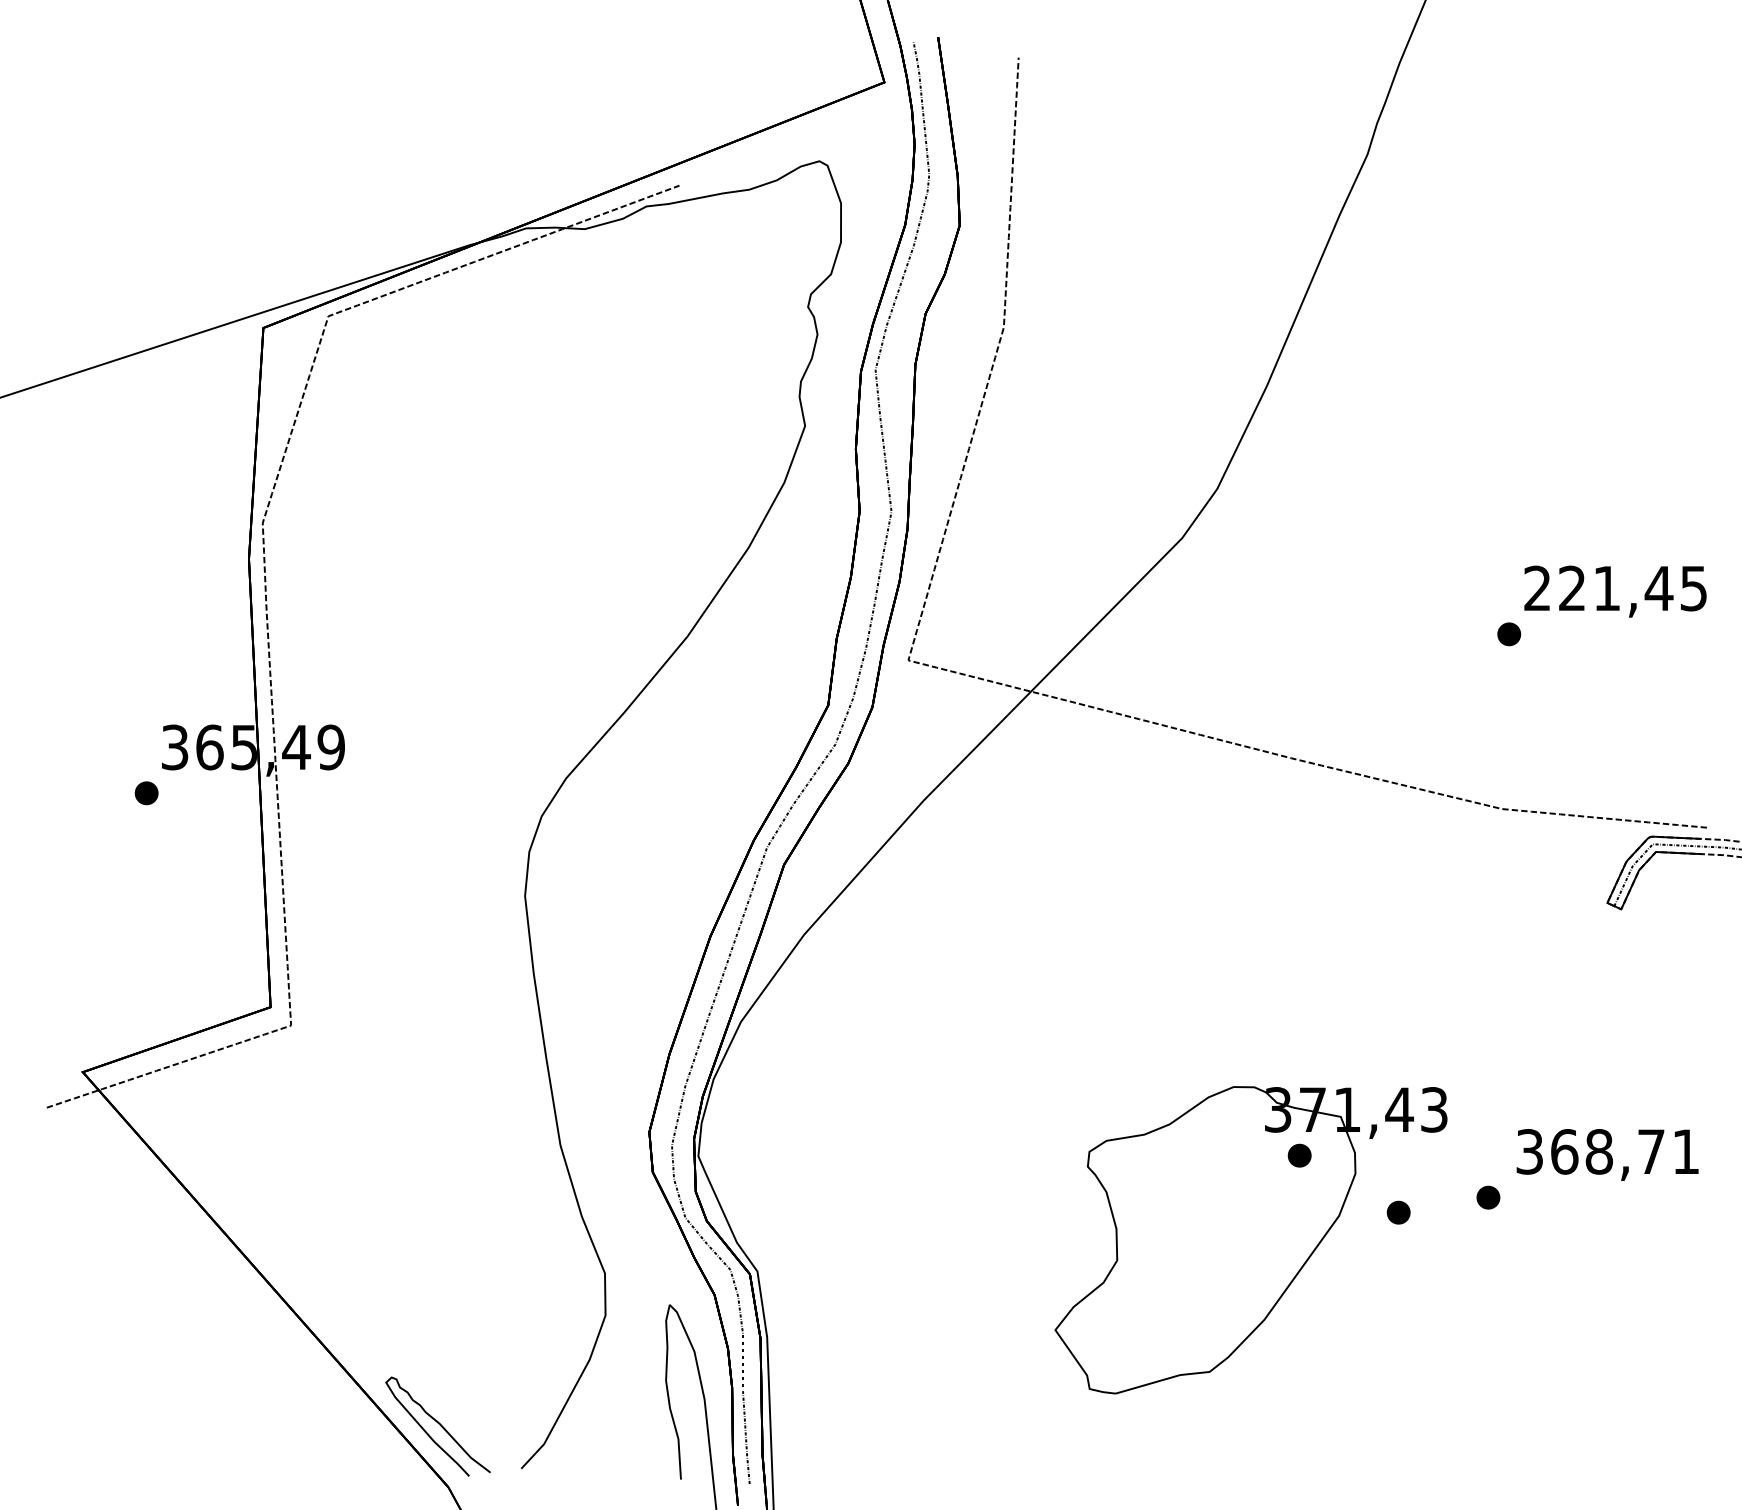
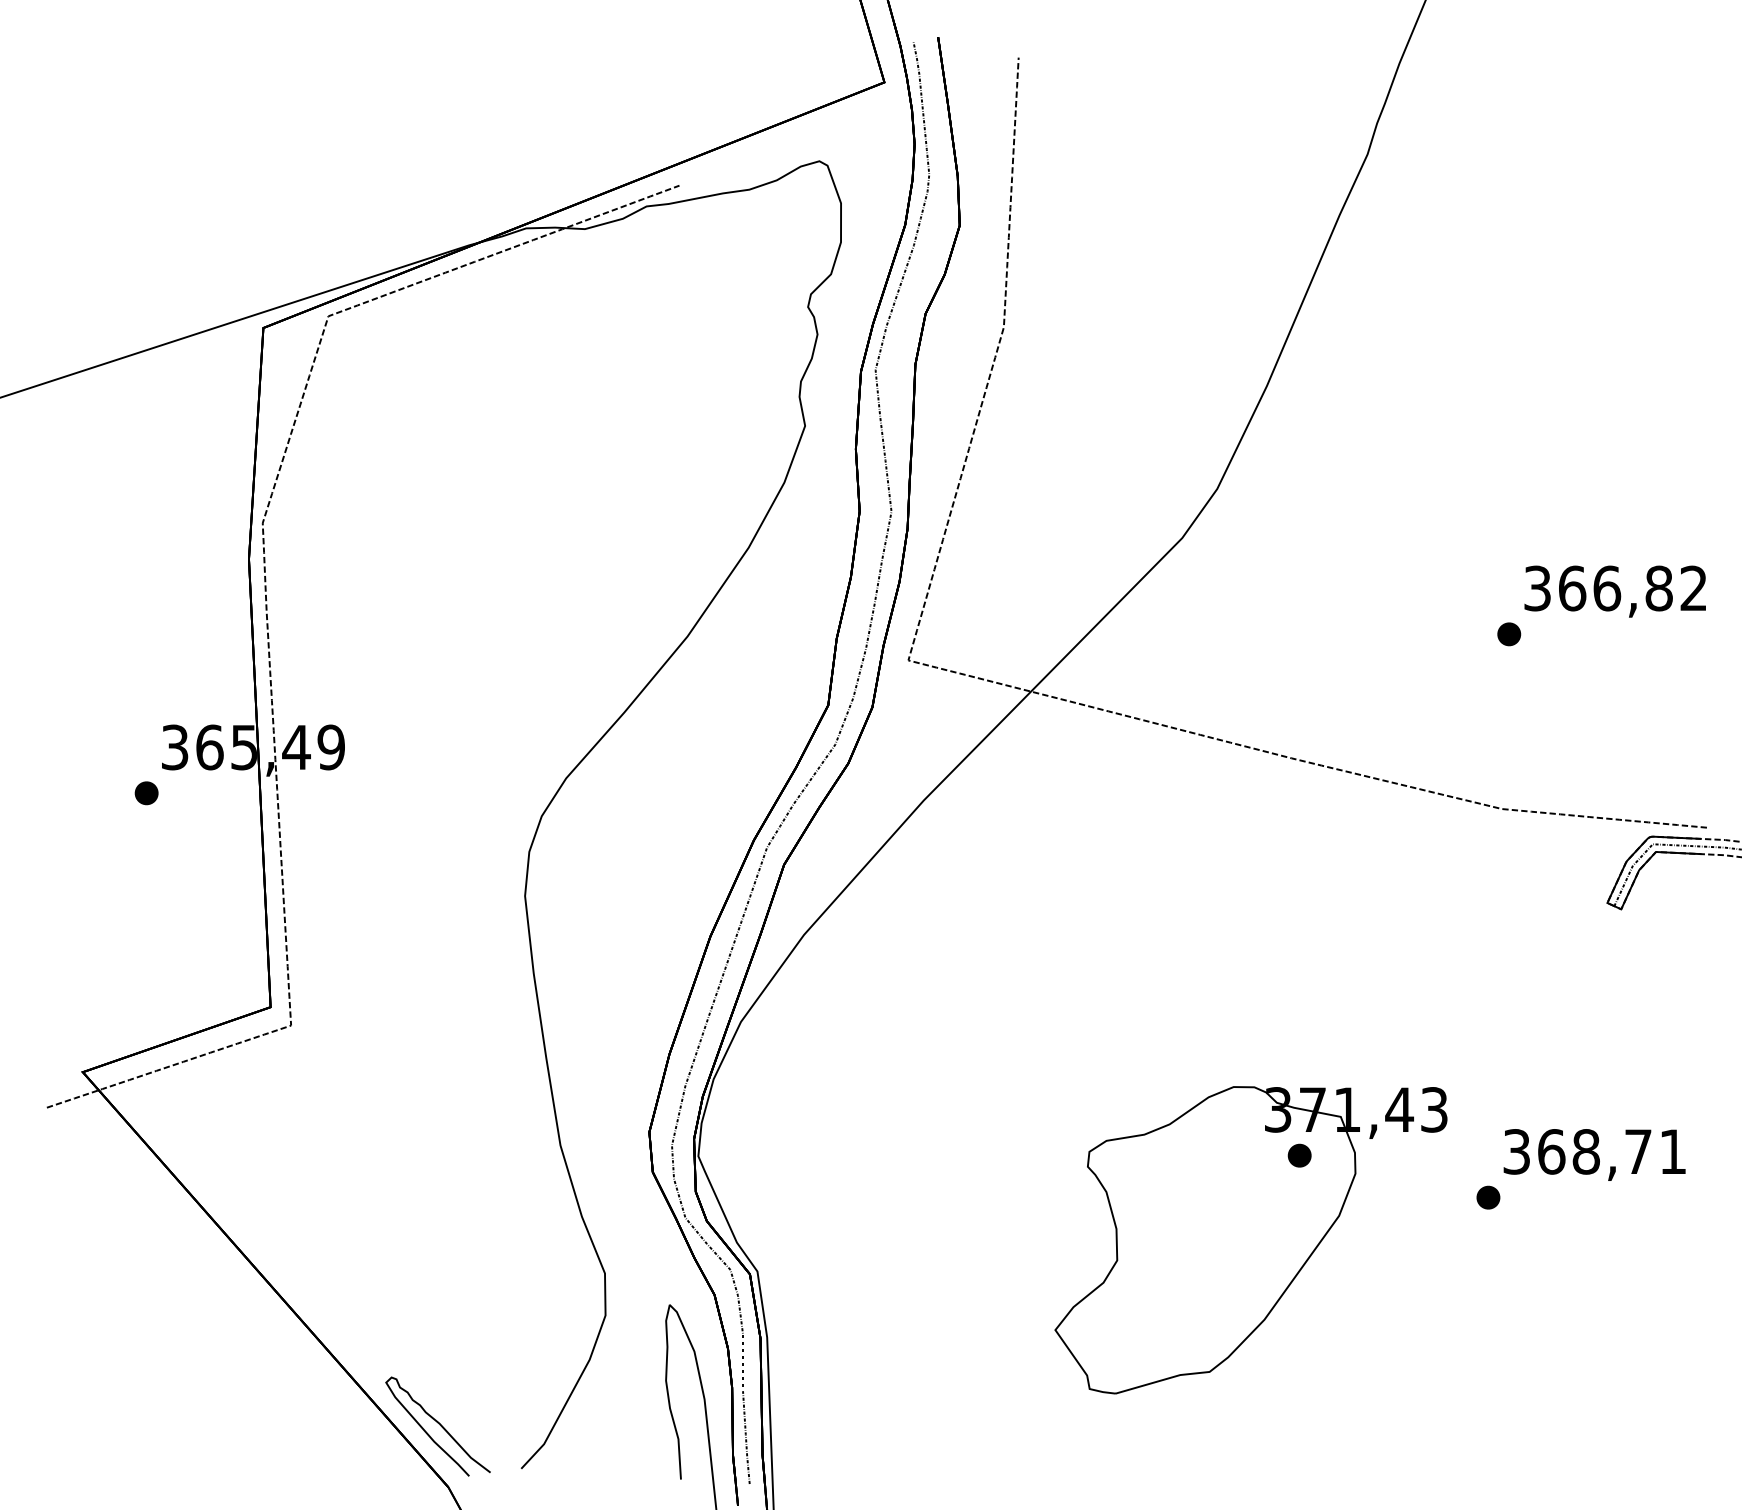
text at (1615, 588): 221,45 -> 366,82
text at (1607, 1154) position: (1607, 1154) -> (1594, 1154)
part at (1398, 1212): present -> none
